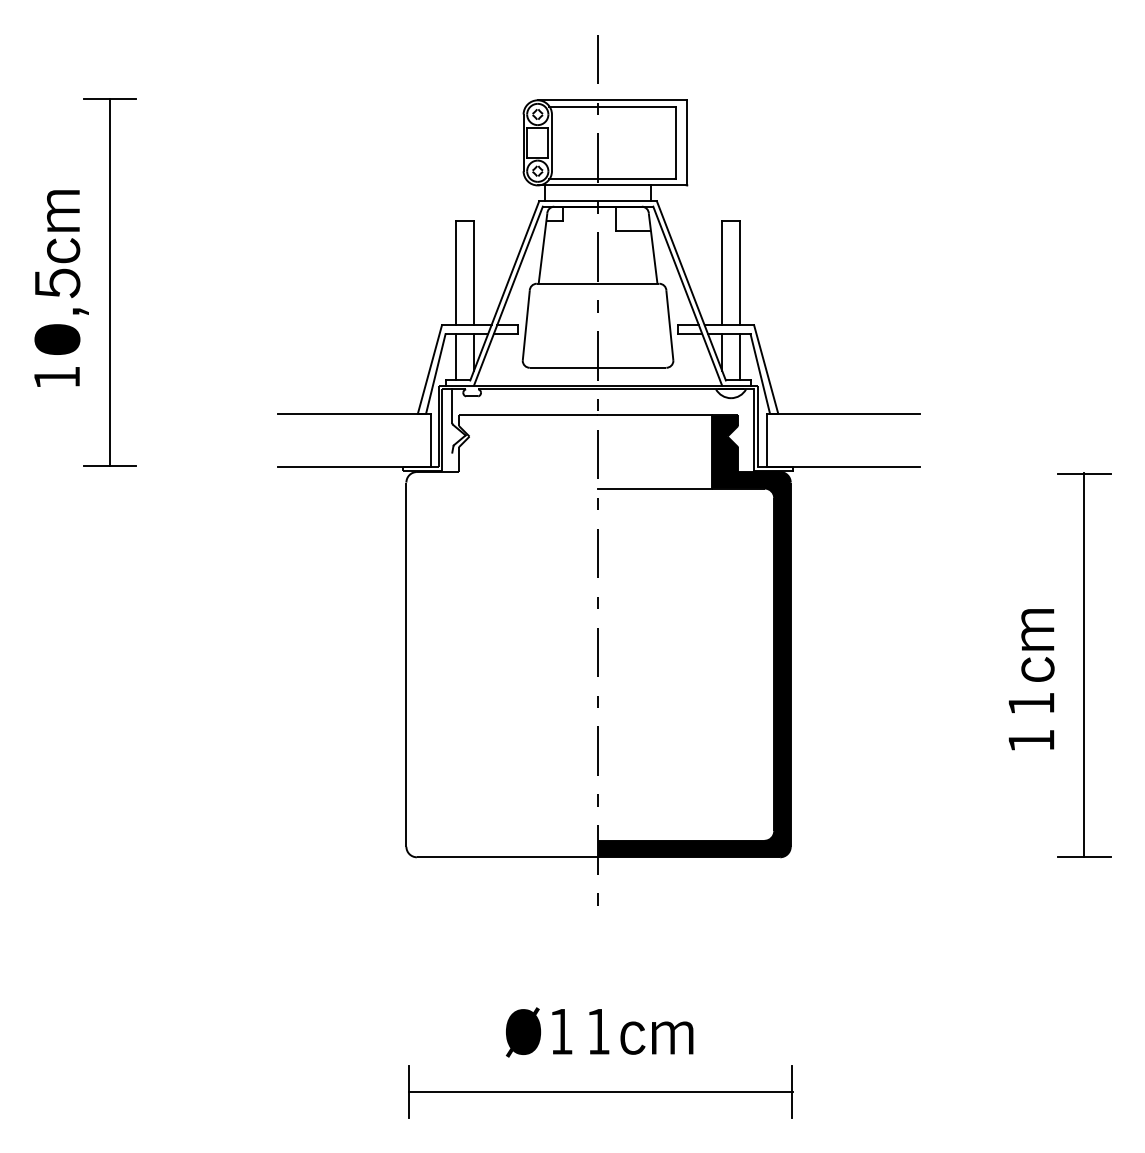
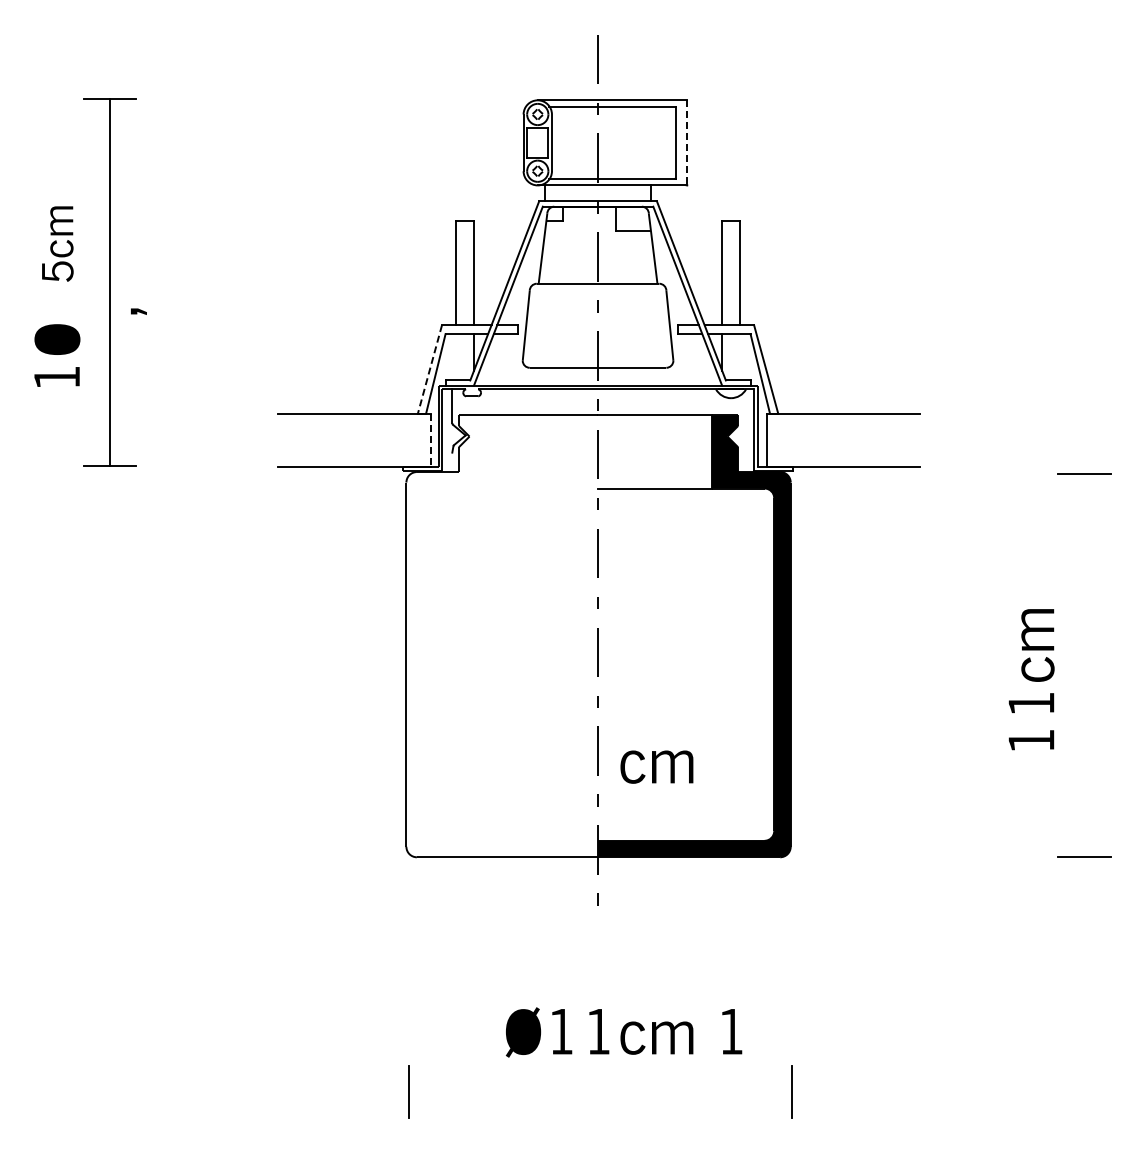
line at (686, 143): solid -> dashed
part at (57, 243) size: 46x108 px -> 32x76 px
part at (80, 311) position: (80, 311) -> (138, 311)
line at (456, 357): present -> none
line at (739, 357): present -> none
line at (429, 369): solid -> dashed
line at (431, 440): solid -> dashed
line at (1084, 665): present -> none
part at (656, 766): none -> present
part at (732, 1031): none -> present
line at (600, 1092): present -> none
